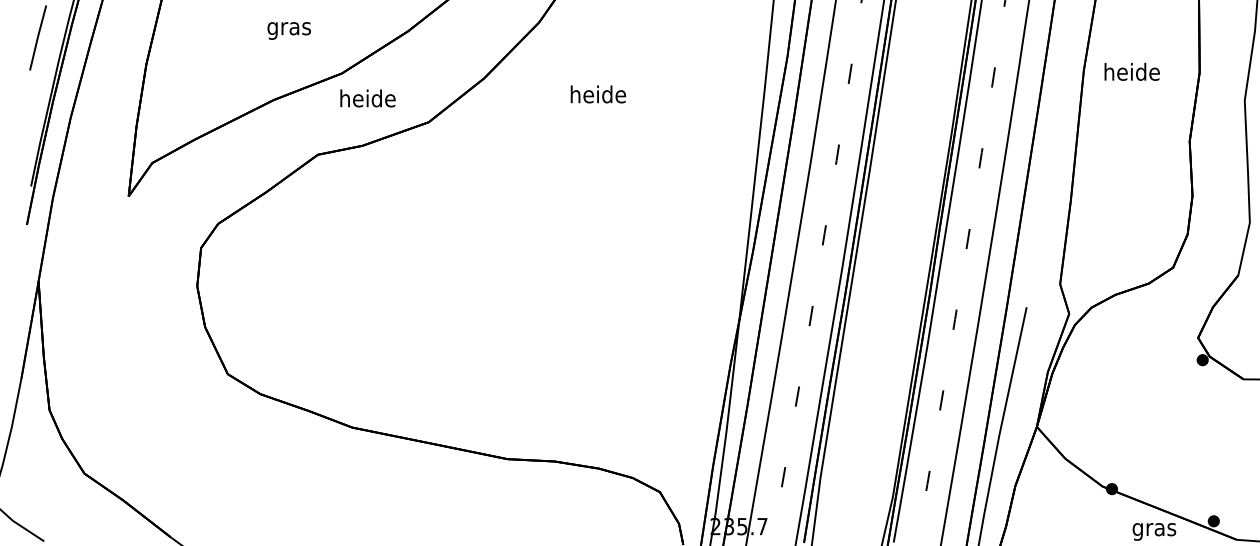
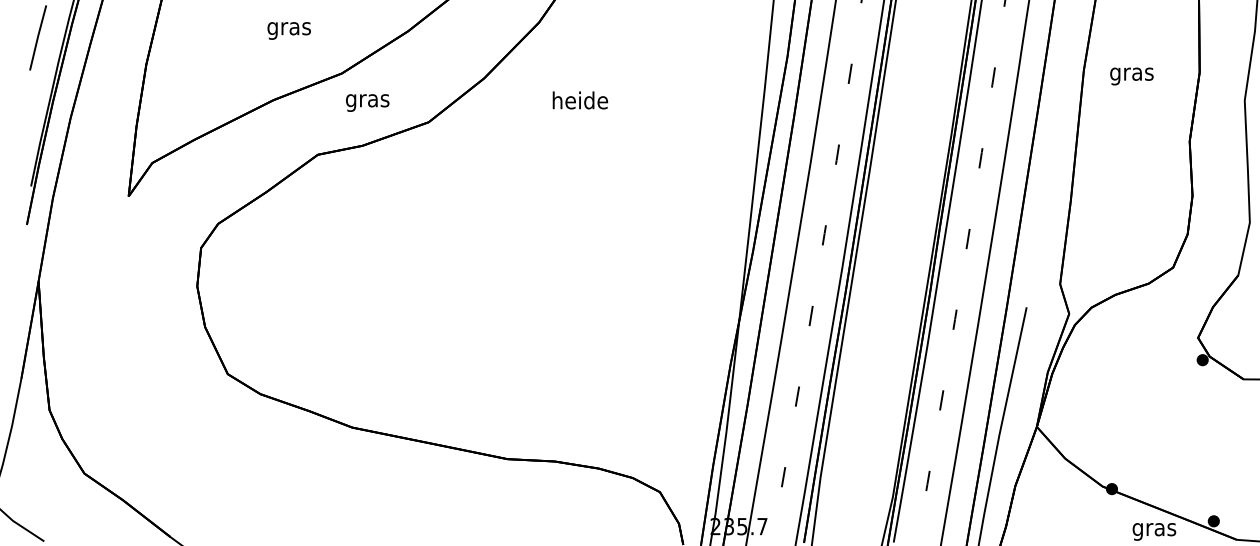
text at (1131, 74): heide -> gras
text at (598, 94) position: (598, 94) -> (580, 100)
text at (367, 100): heide -> gras
